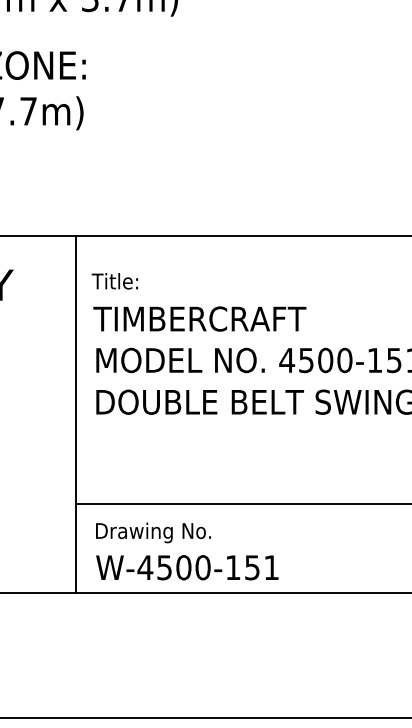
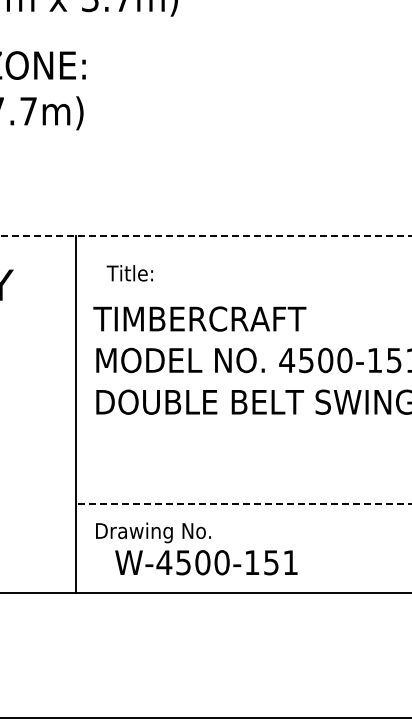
line at (206, 235): solid -> dashed
text at (114, 281) position: (114, 281) -> (129, 273)
line at (243, 503): solid -> dashed
text at (187, 567) position: (187, 567) -> (206, 562)
